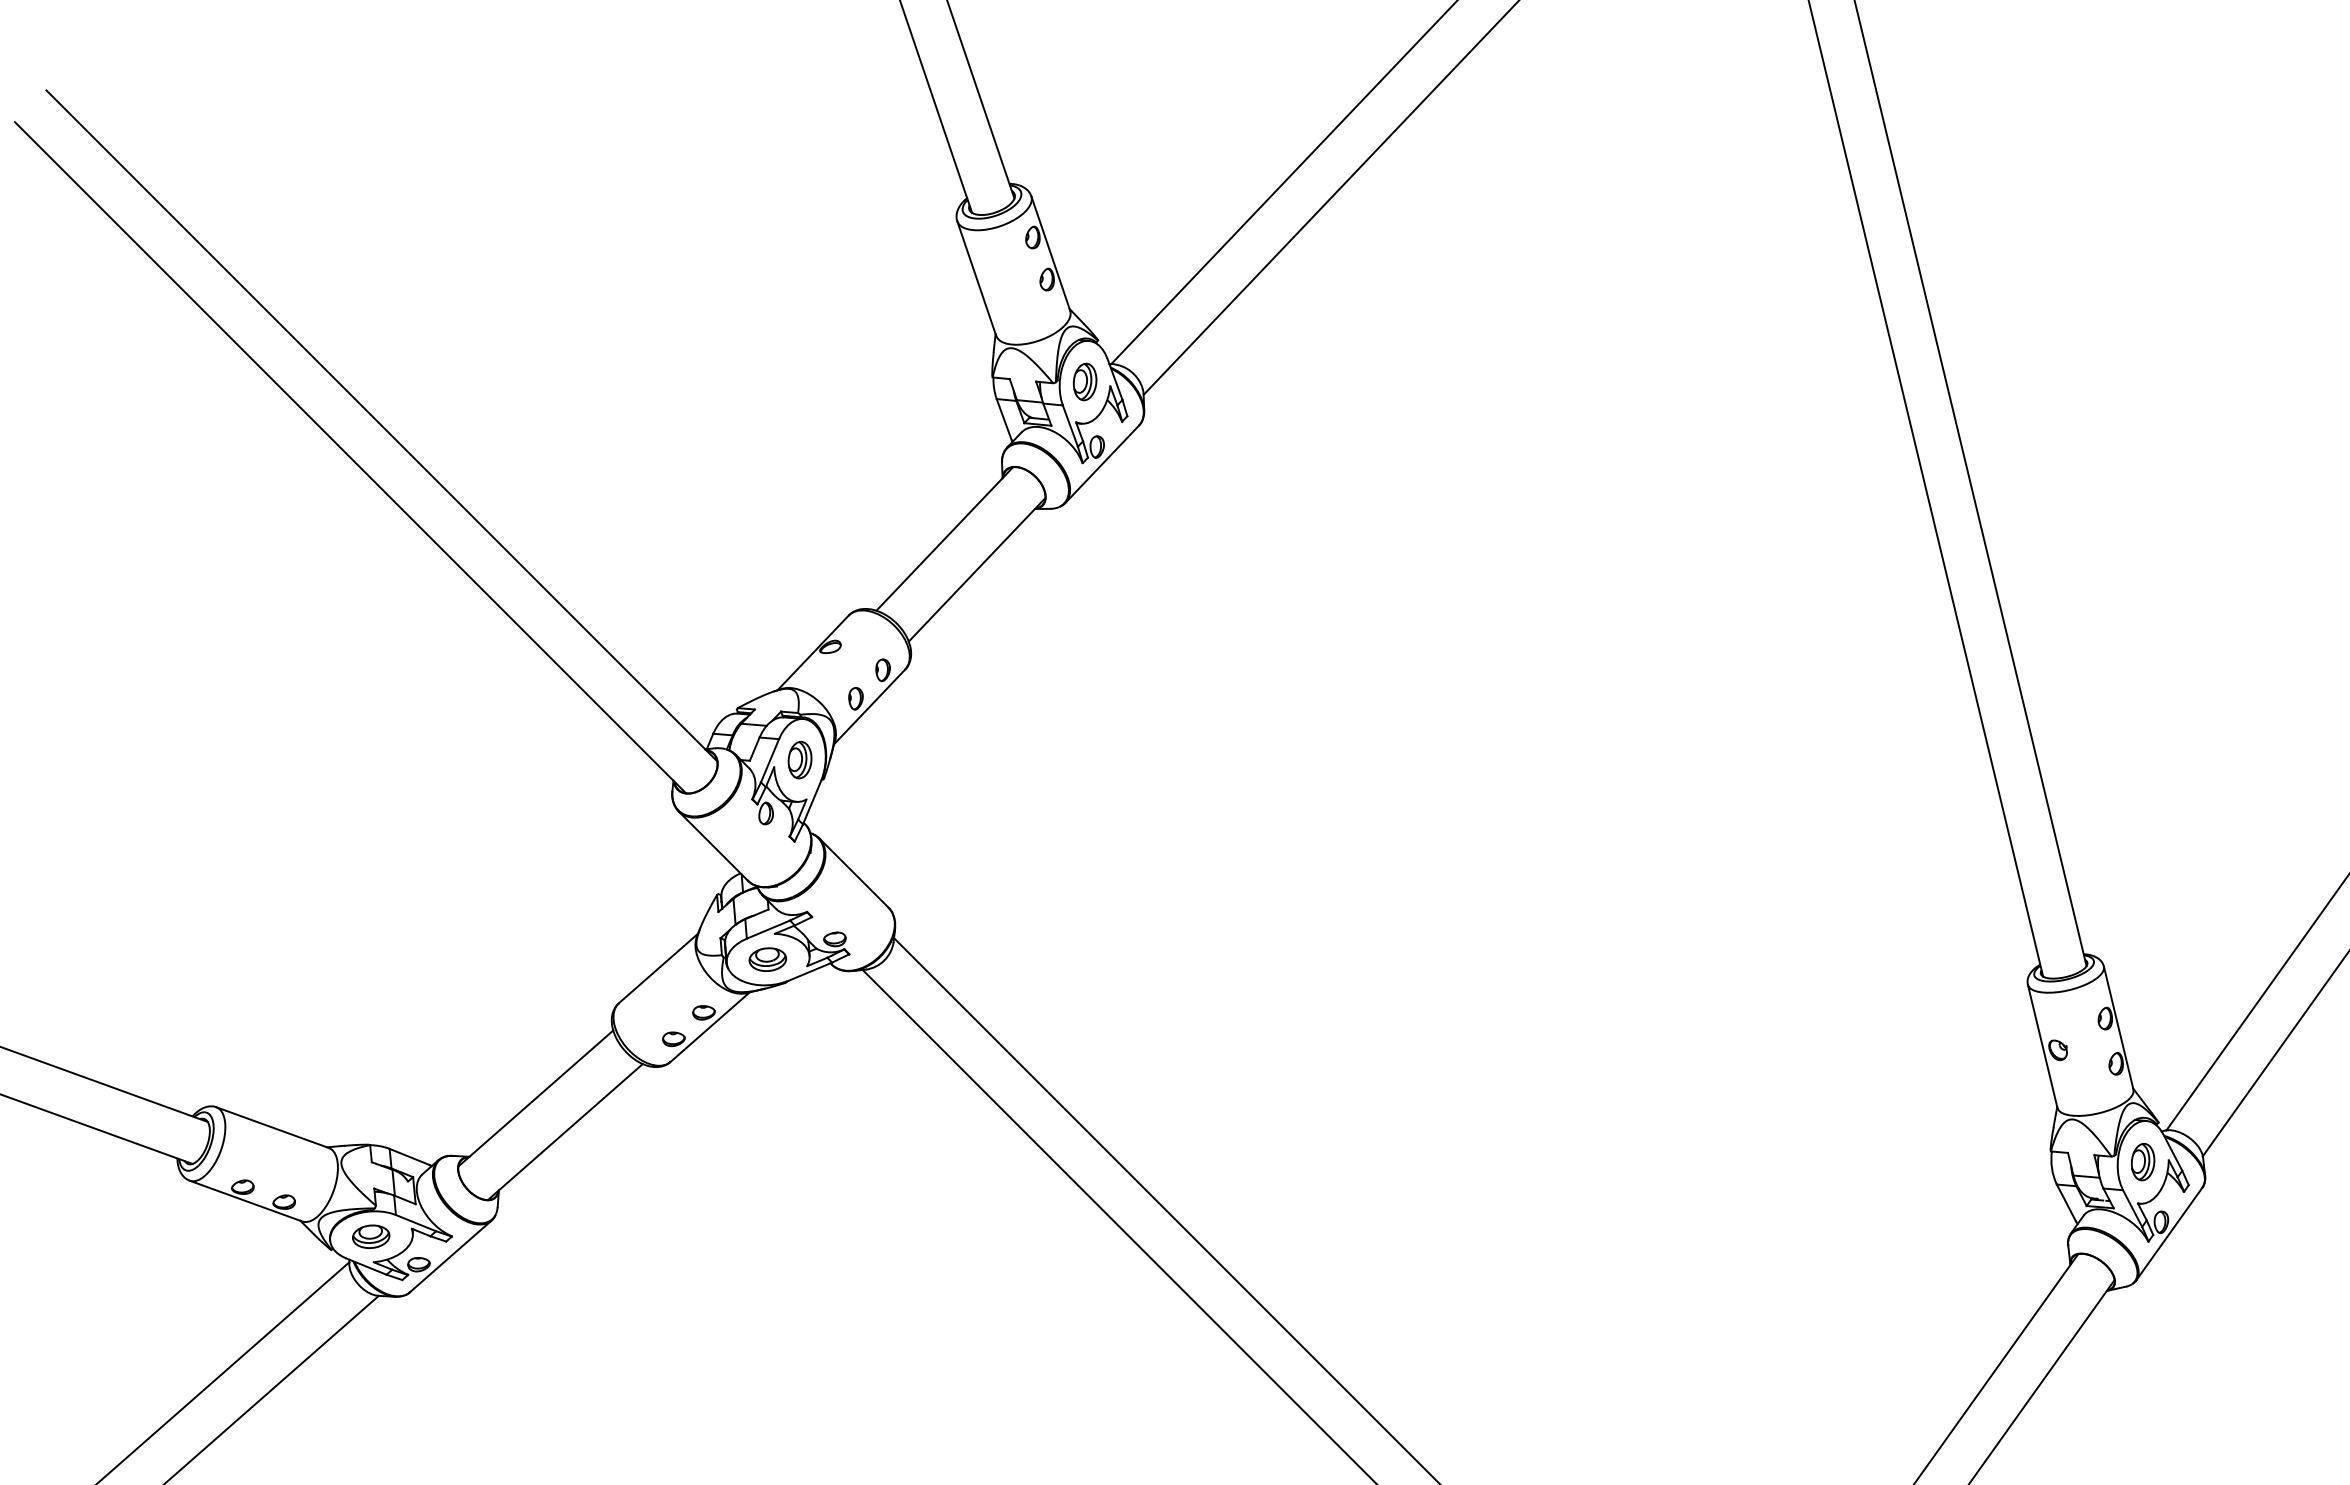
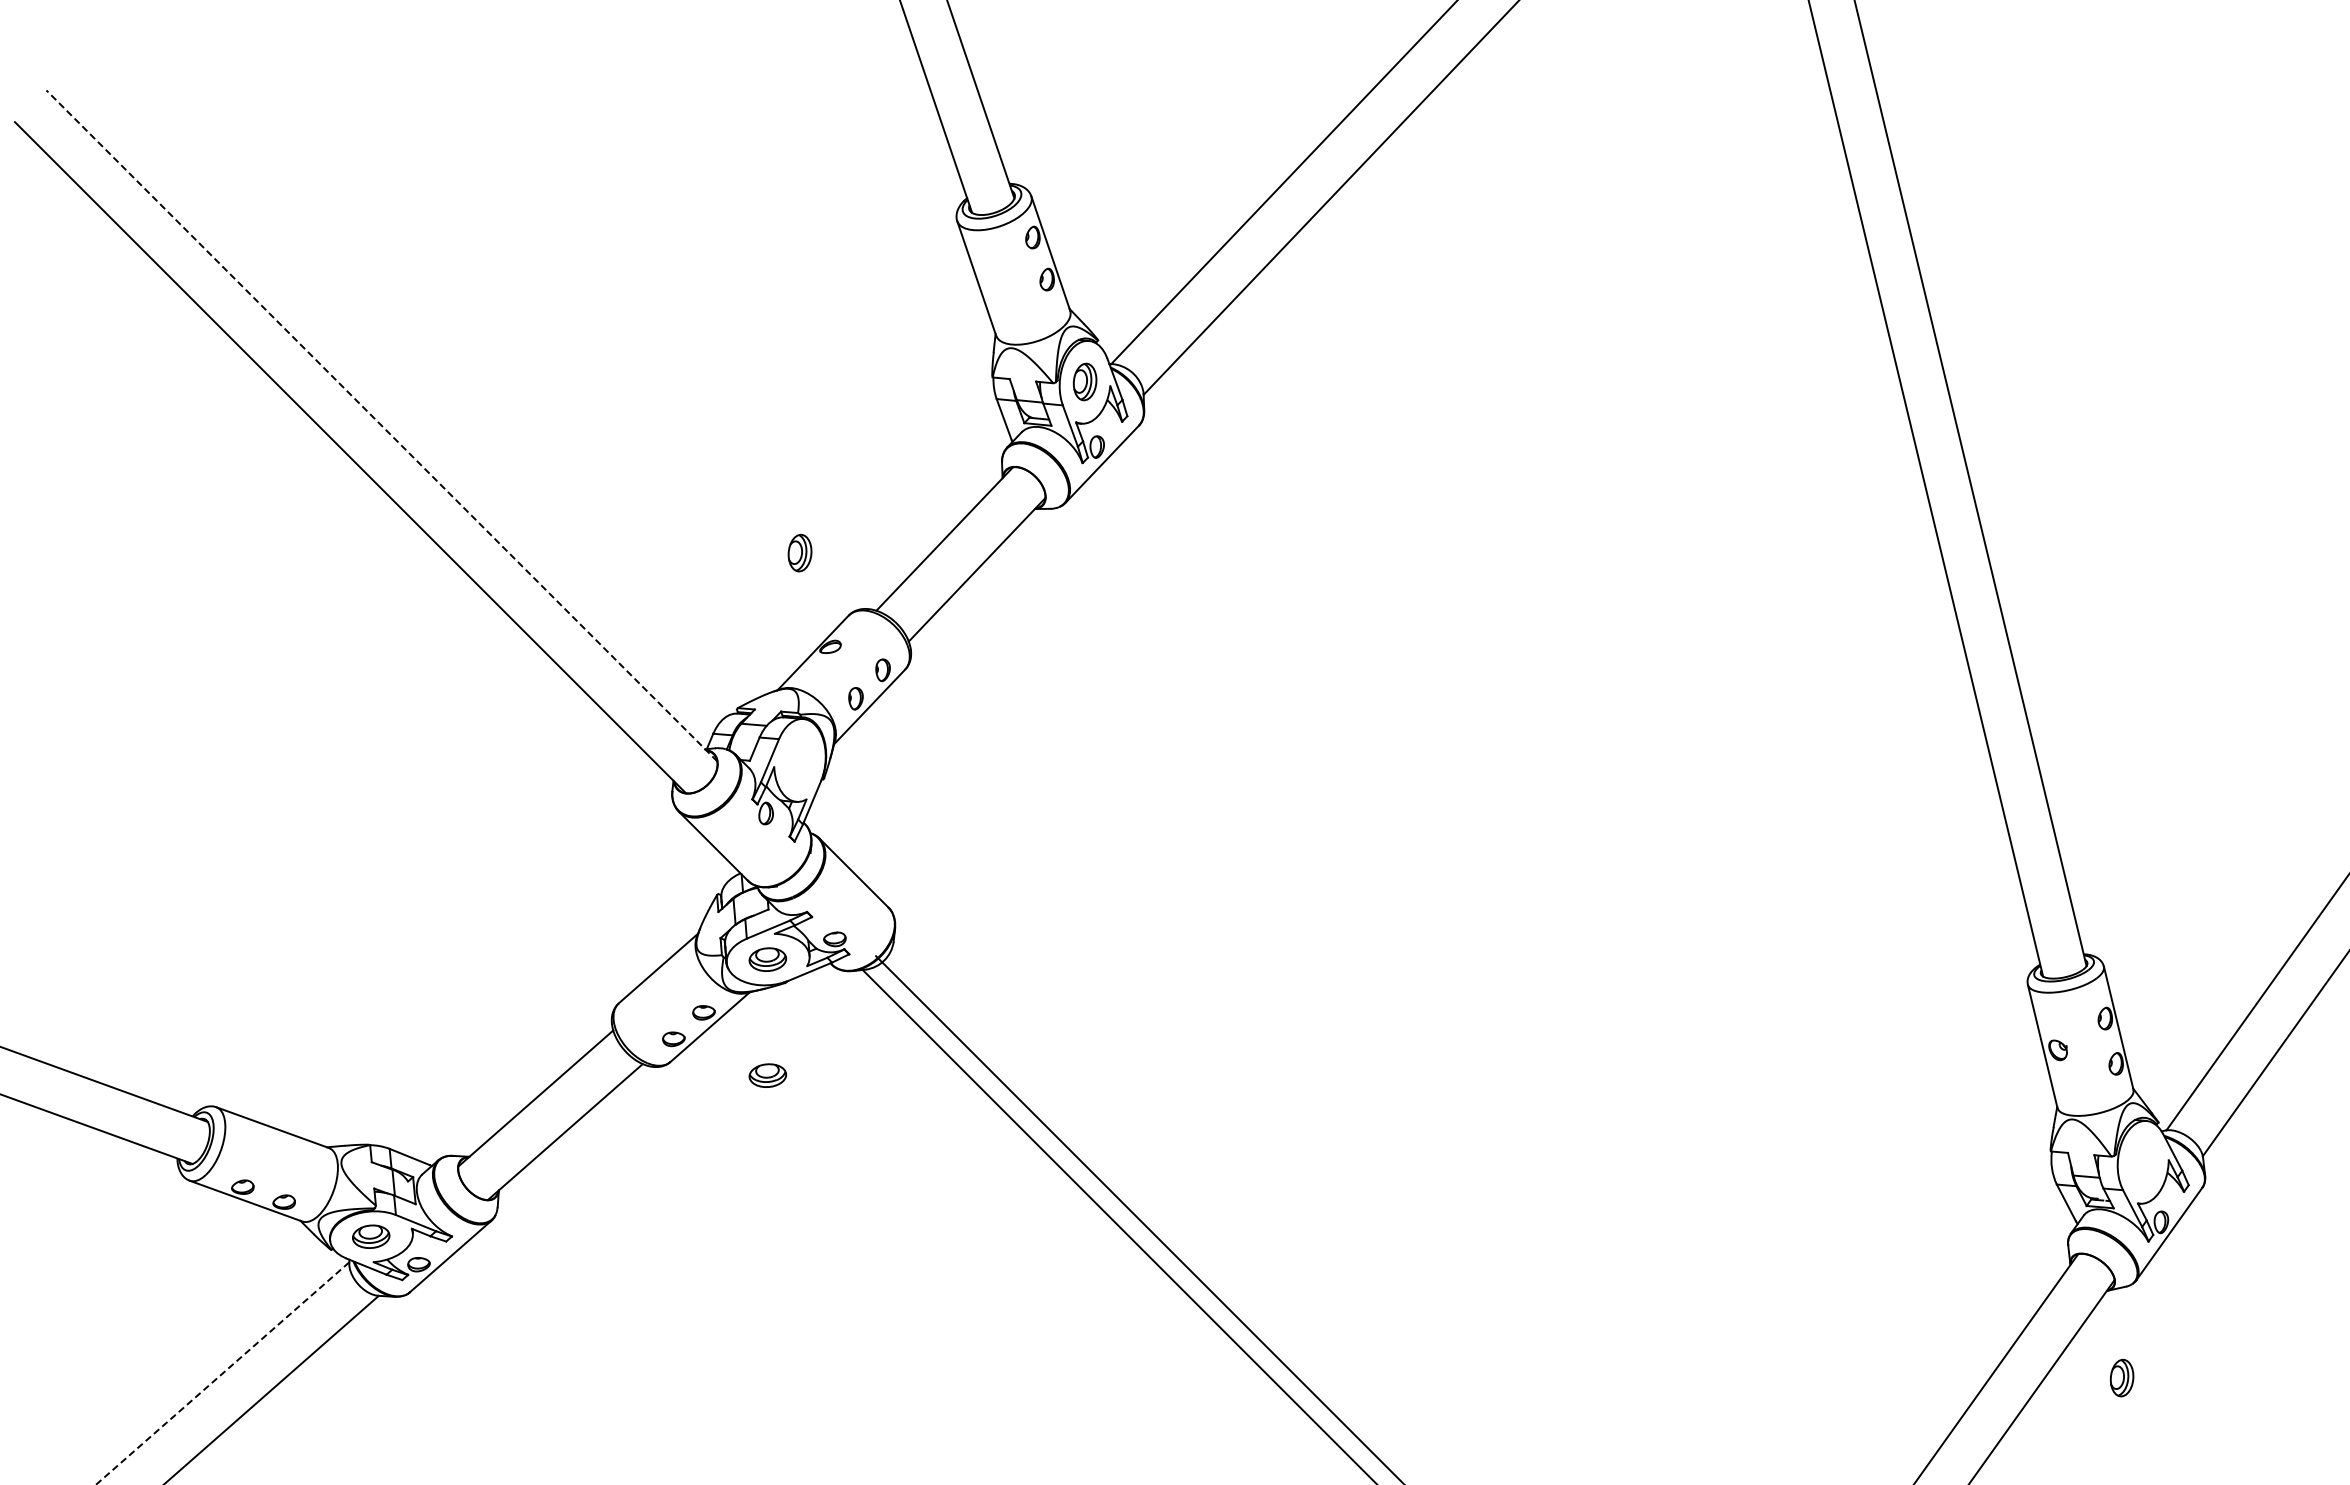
line at (381, 425): solid -> dashed
part at (799, 760) position: (799, 760) -> (799, 553)
part at (767, 1075): none -> present
part at (2142, 1162) position: (2142, 1162) -> (2121, 1378)
line at (1165, 1209) position: (1165, 1209) -> (1138, 1218)
line at (222, 1373): solid -> dashed
